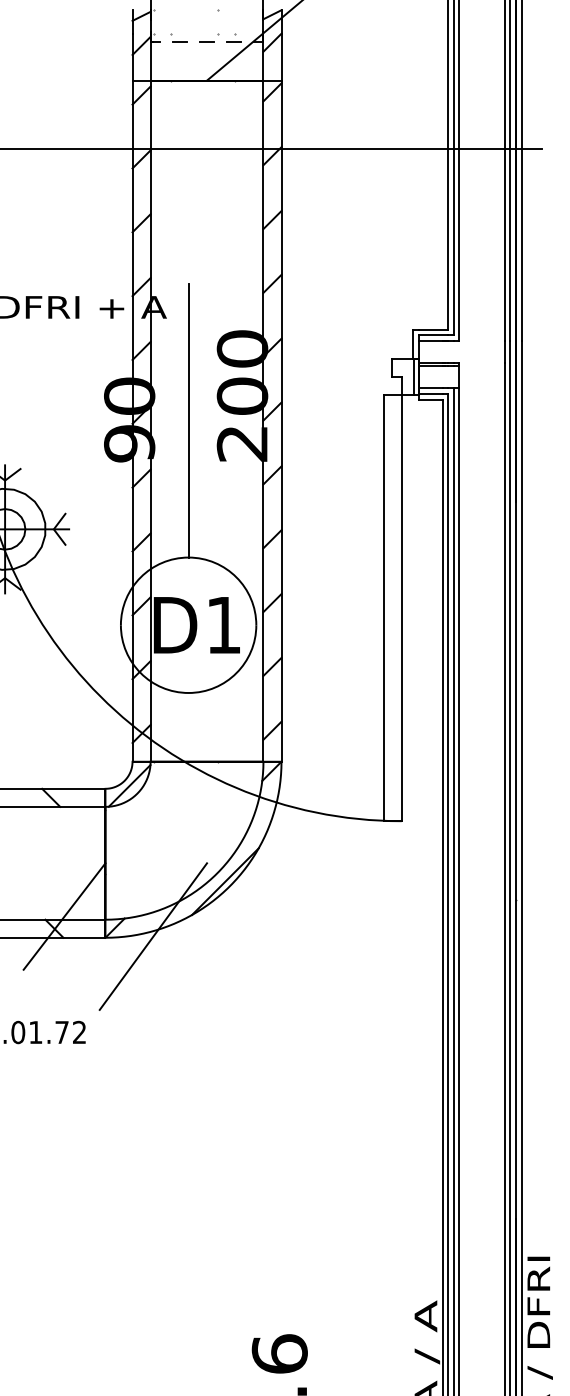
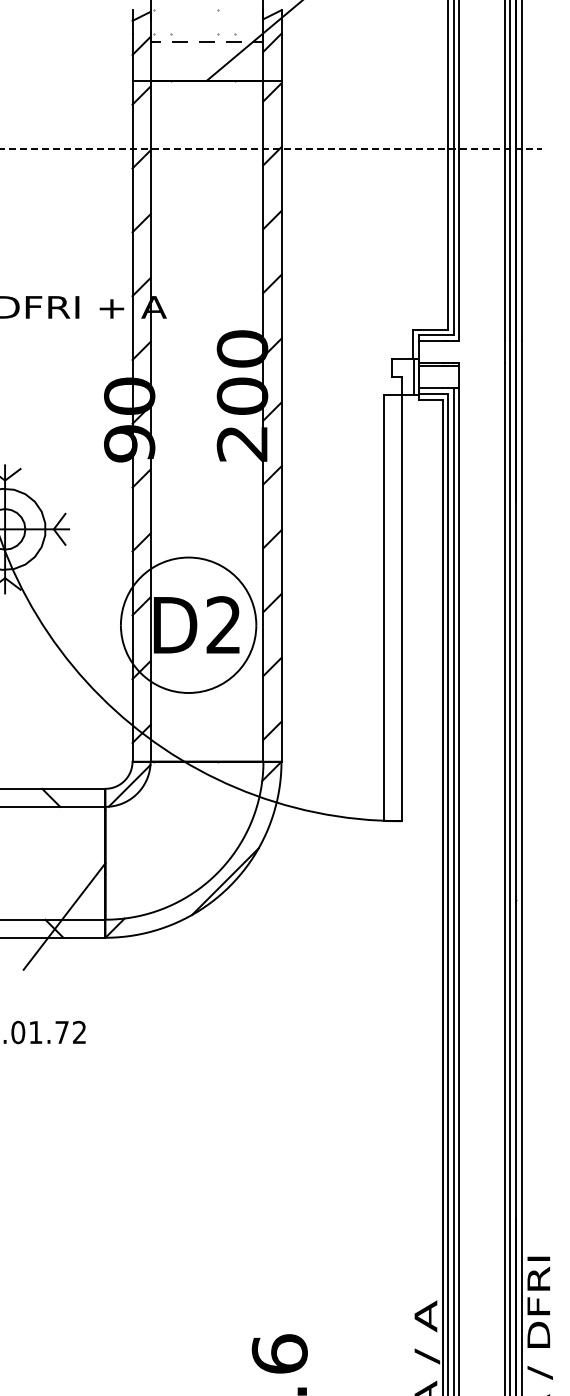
line at (270, 149): solid -> dashed
line at (188, 420): present -> none
text at (222, 624): D1 -> D2
line at (153, 936): present -> none
